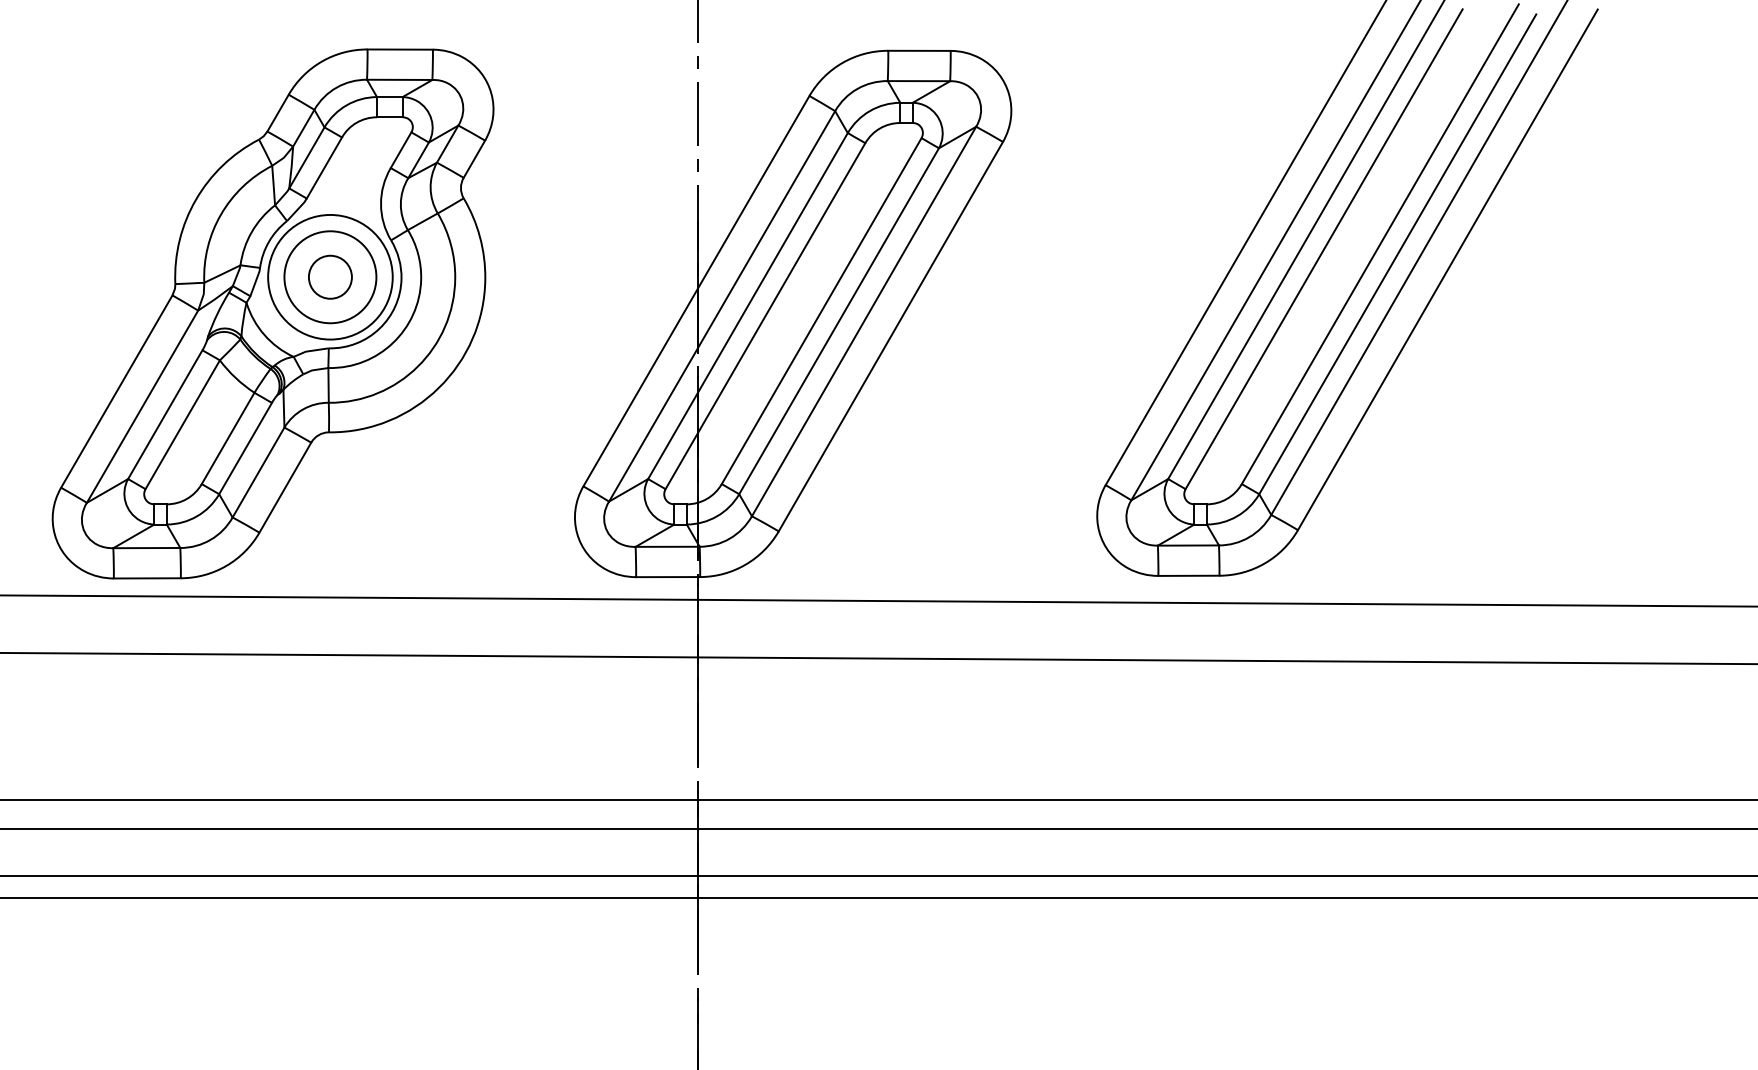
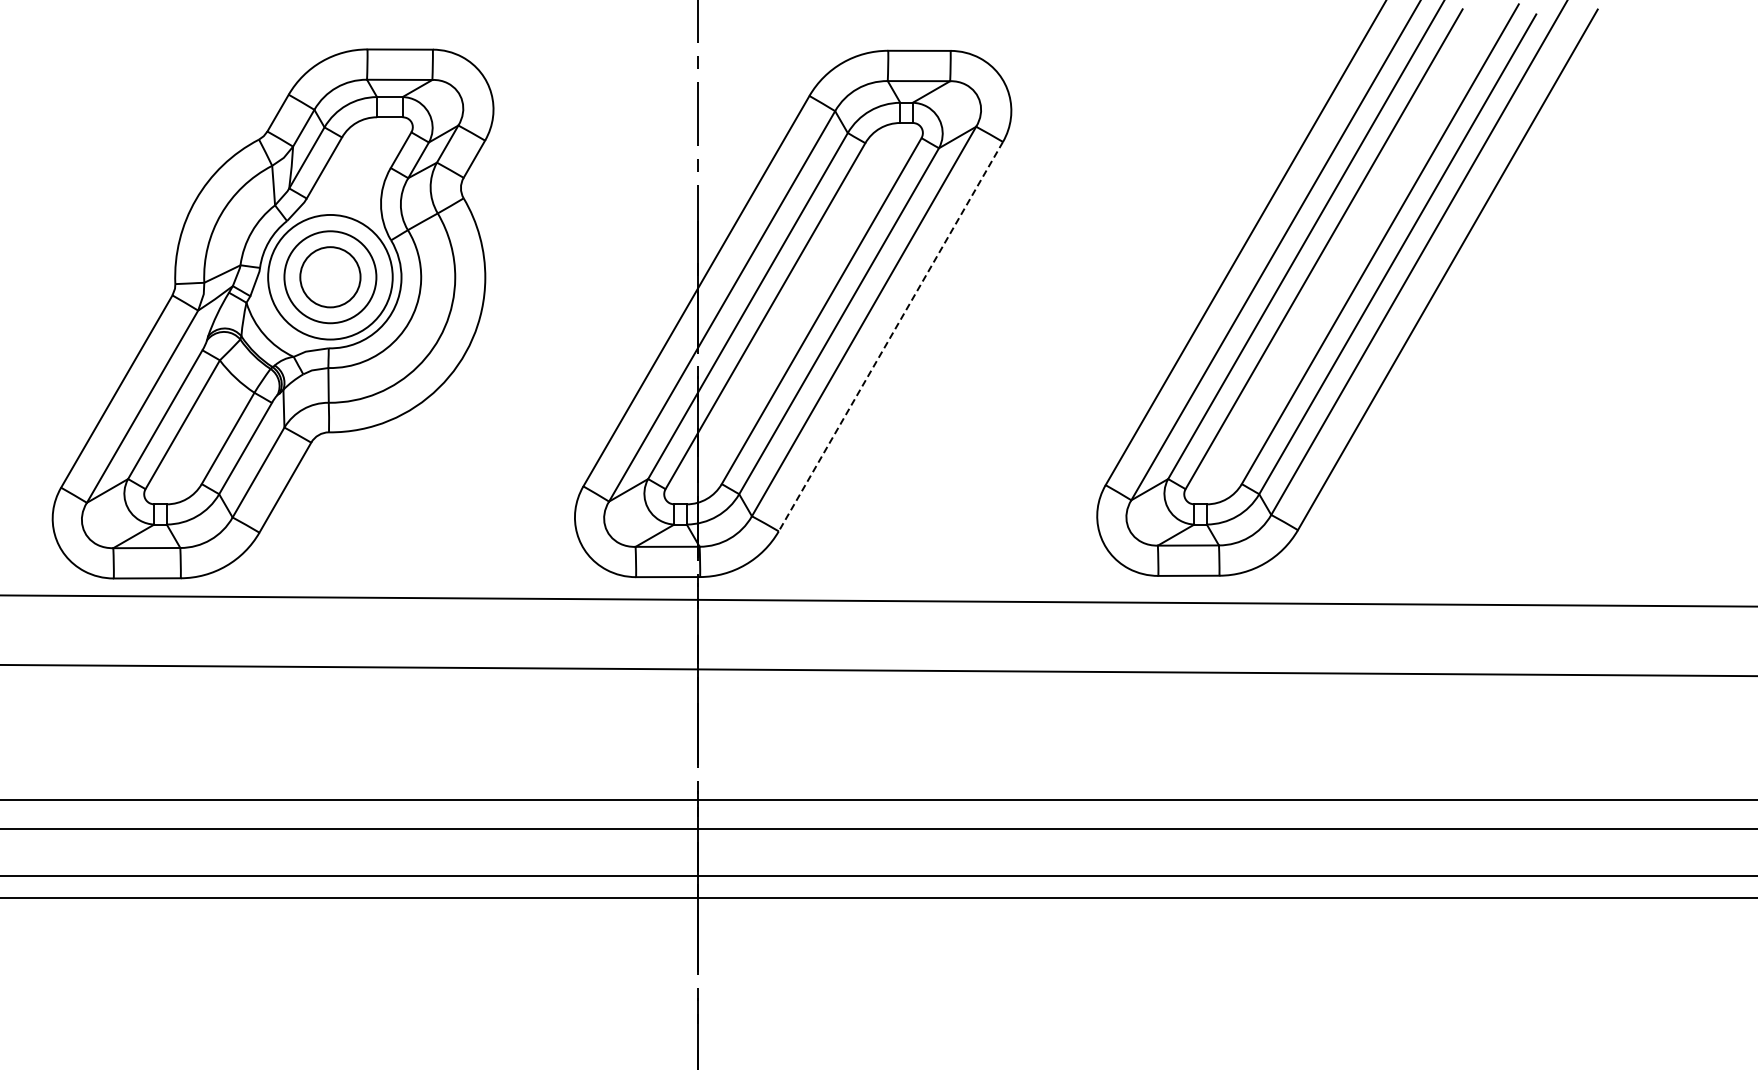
circle at (329, 276) diameter: 43 px -> 60 px
line at (890, 336): solid -> dashed
line at (878, 658) position: (878, 658) -> (878, 670)
